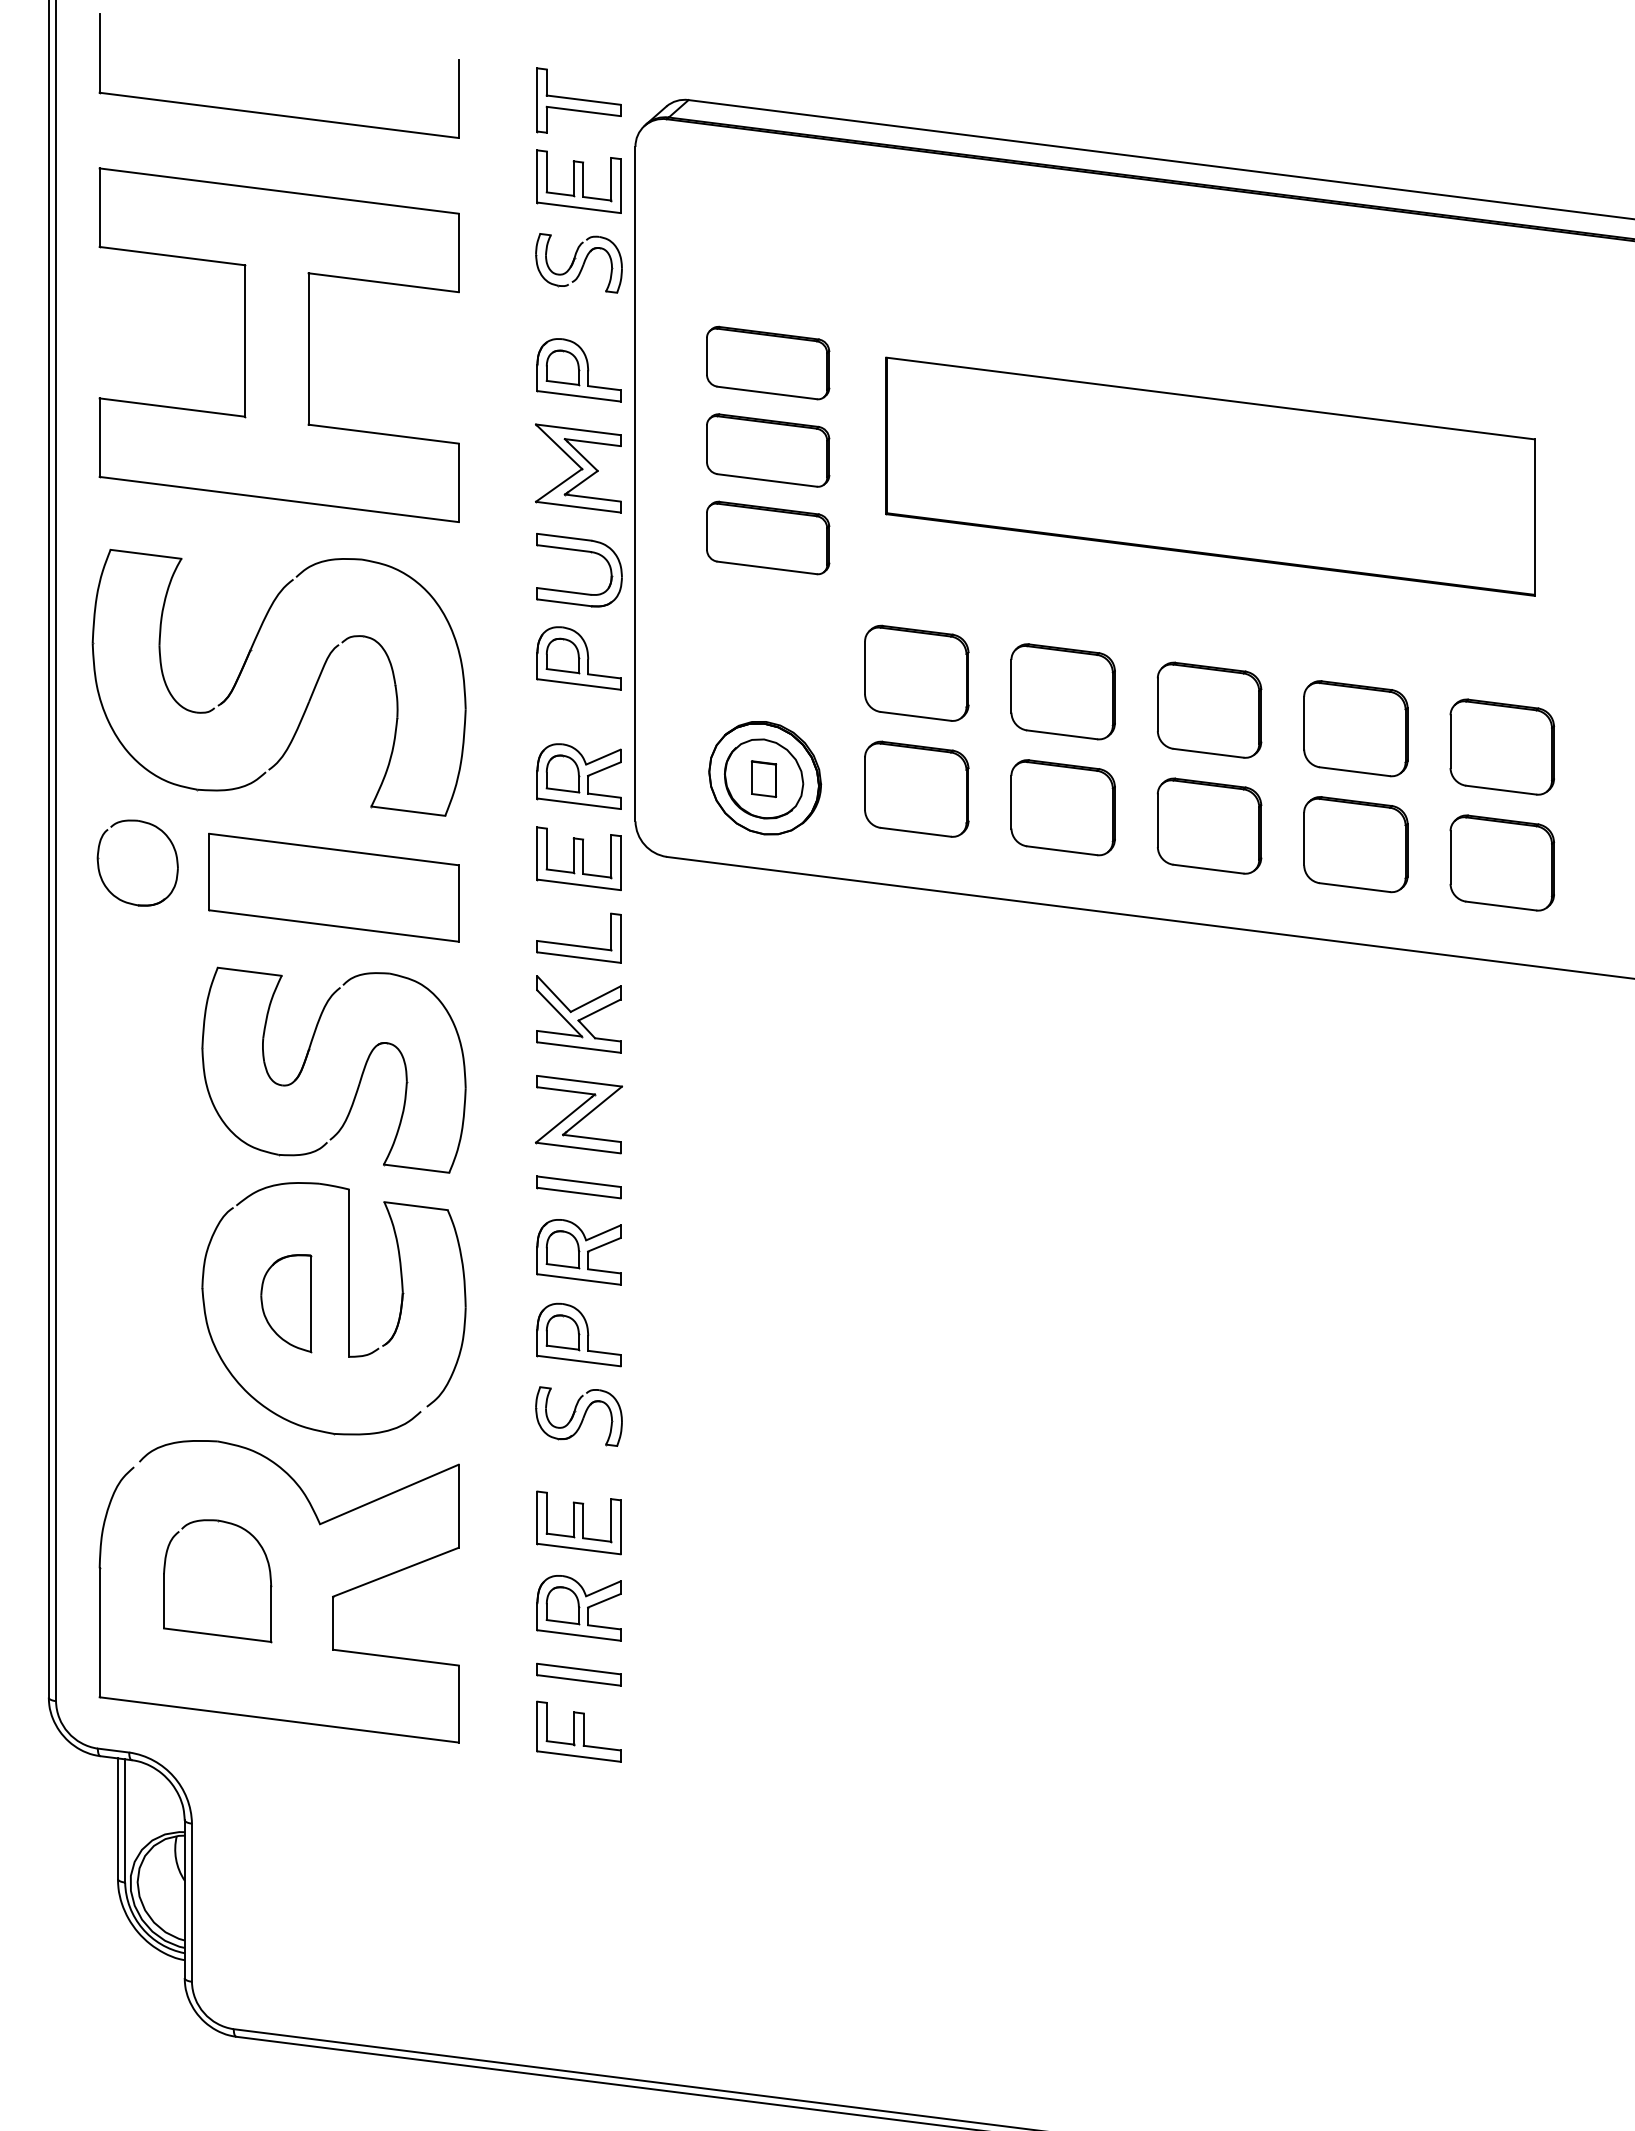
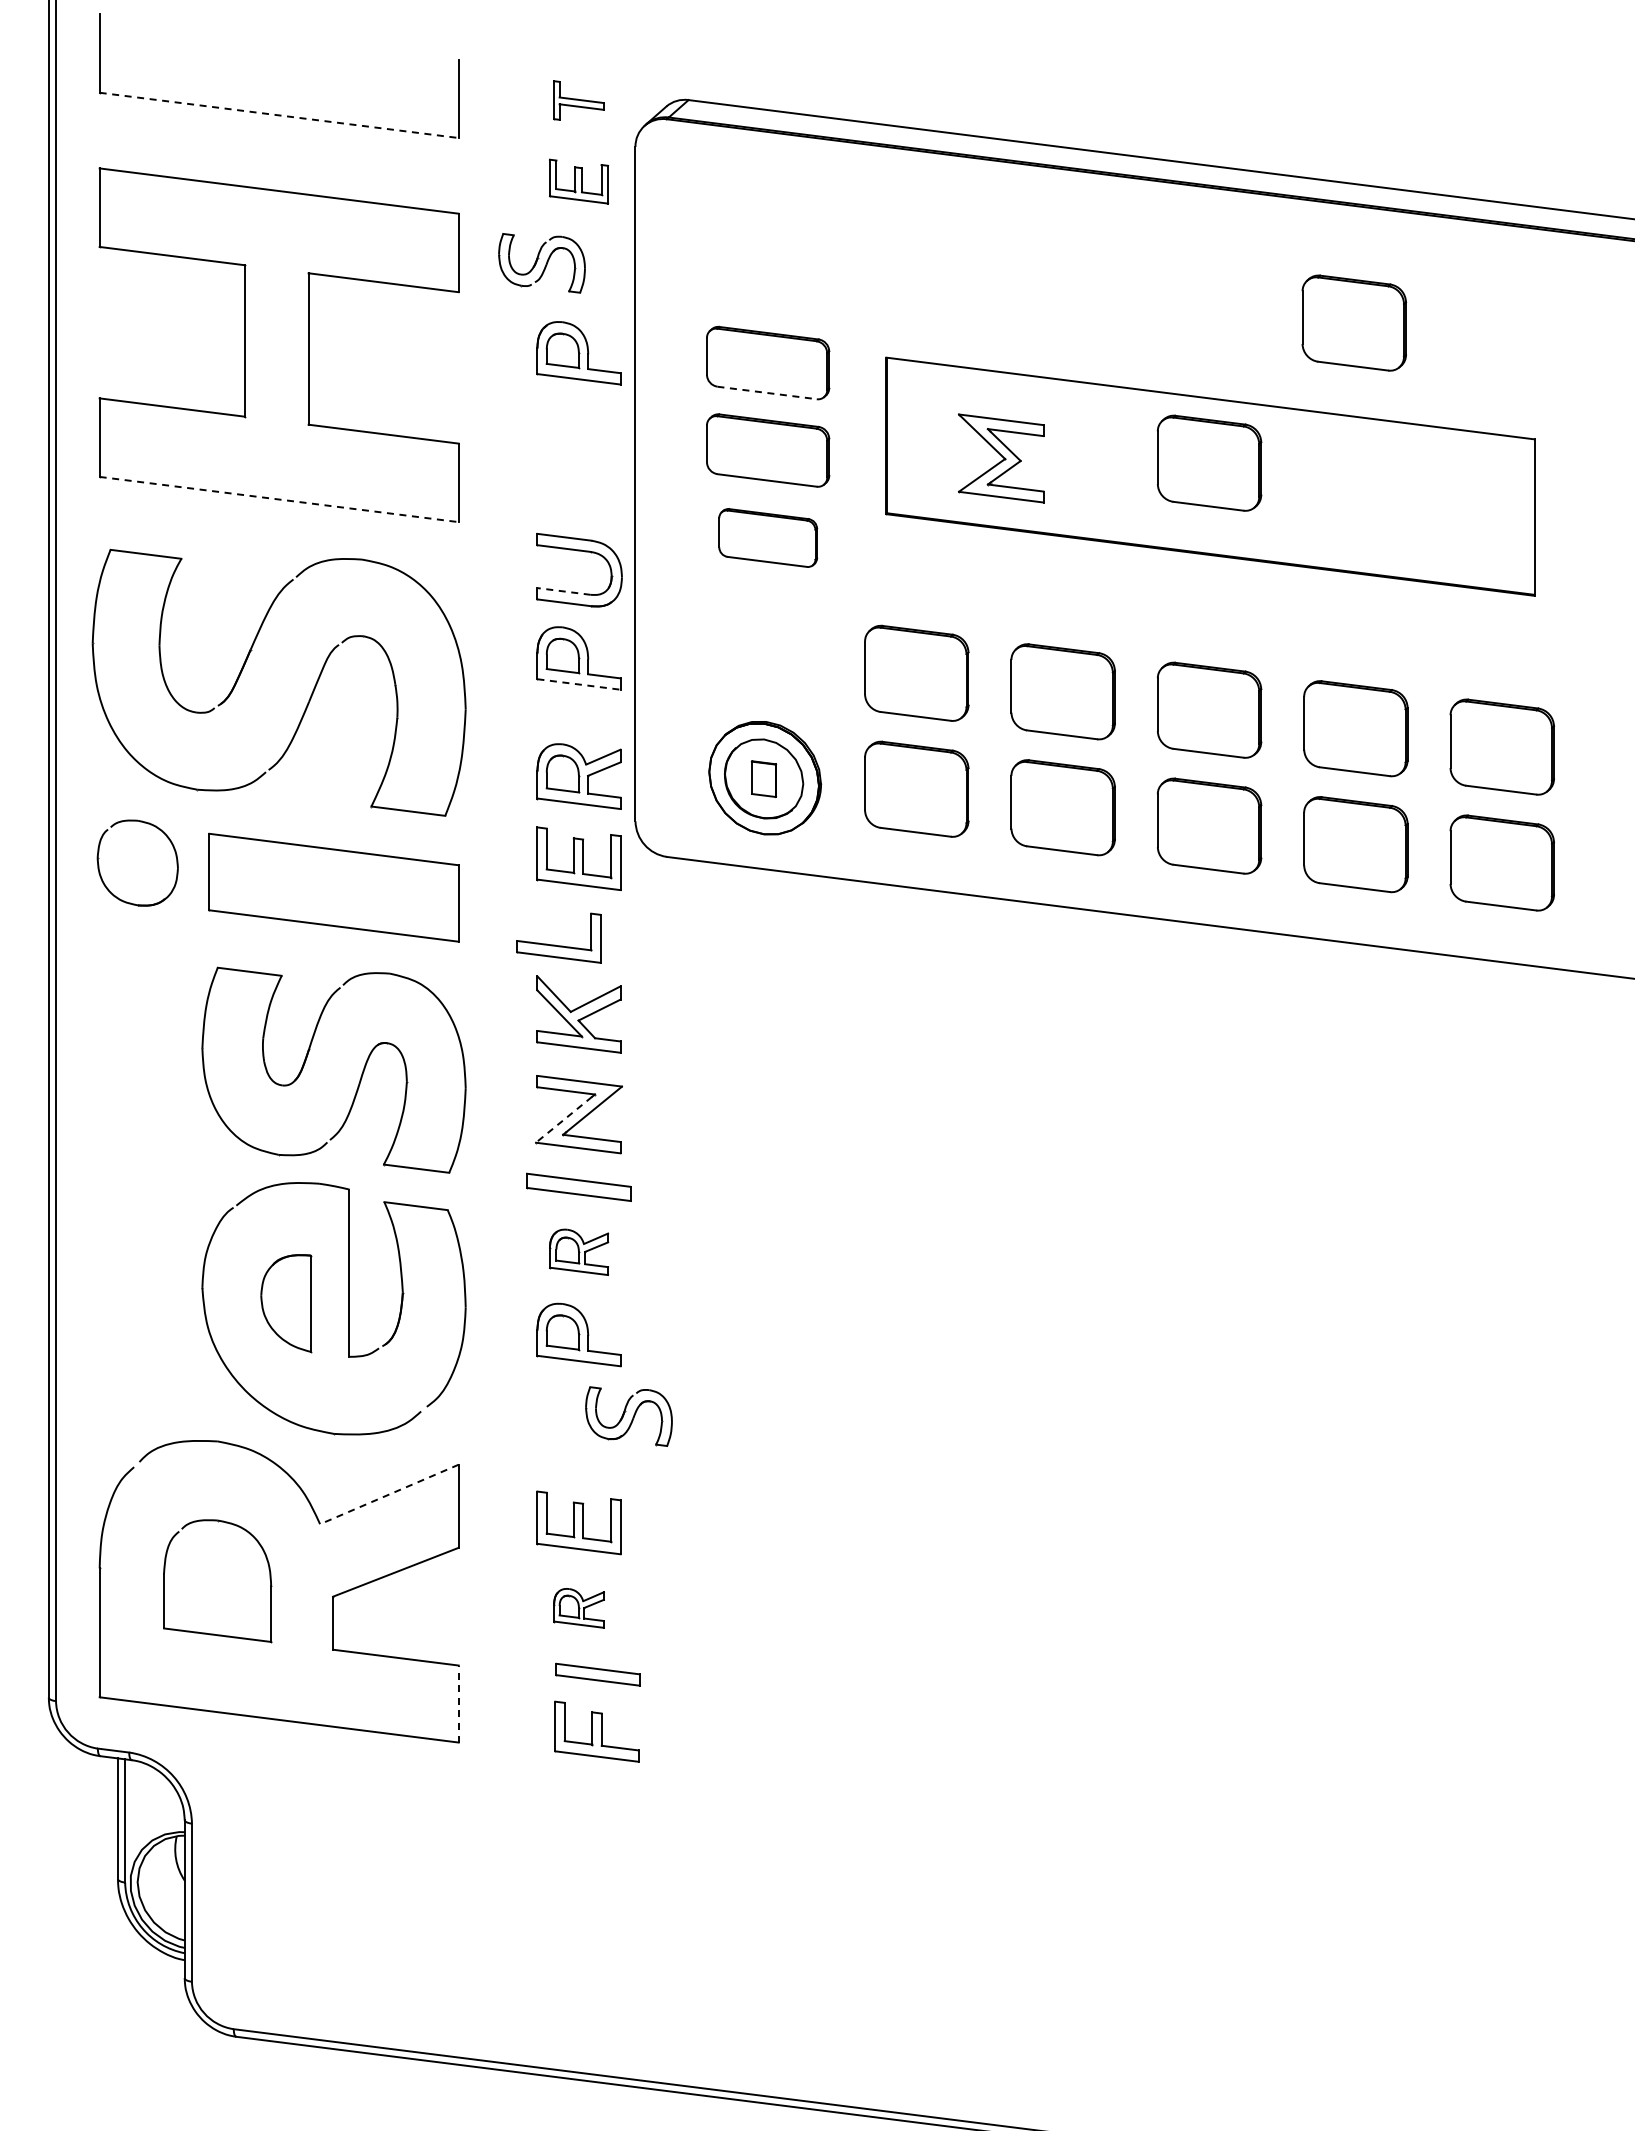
part at (578, 100) size: 86x67 px -> 52x41 px
line at (279, 115): solid -> dashed
part at (578, 181) size: 86x65 px -> 61x47 px
part at (578, 263) position: (578, 263) -> (541, 263)
part at (1354, 322): none -> present
part at (578, 370) position: (578, 370) -> (578, 353)
line at (767, 393): solid -> dashed
part at (1209, 462): none -> present
part at (578, 468) position: (578, 468) -> (1001, 458)
line at (279, 499): solid -> dashed
part at (768, 537) size: 125x76 px -> 101x60 px
line at (564, 591): solid -> dashed
line at (579, 684): solid -> dashed
part at (575, 944) position: (575, 944) -> (555, 944)
line at (563, 1120): solid -> dashed
part at (578, 1187) size: 86x25 px -> 106x30 px
part at (578, 1252) size: 86x67 px -> 61x48 px
part at (578, 1416) position: (578, 1416) -> (628, 1416)
line at (388, 1494): solid -> dashed
part at (578, 1608) size: 86x67 px -> 52x41 px
part at (578, 1674) position: (578, 1674) -> (597, 1674)
line at (458, 1704): solid -> dashed
part at (578, 1731) position: (578, 1731) -> (596, 1731)
